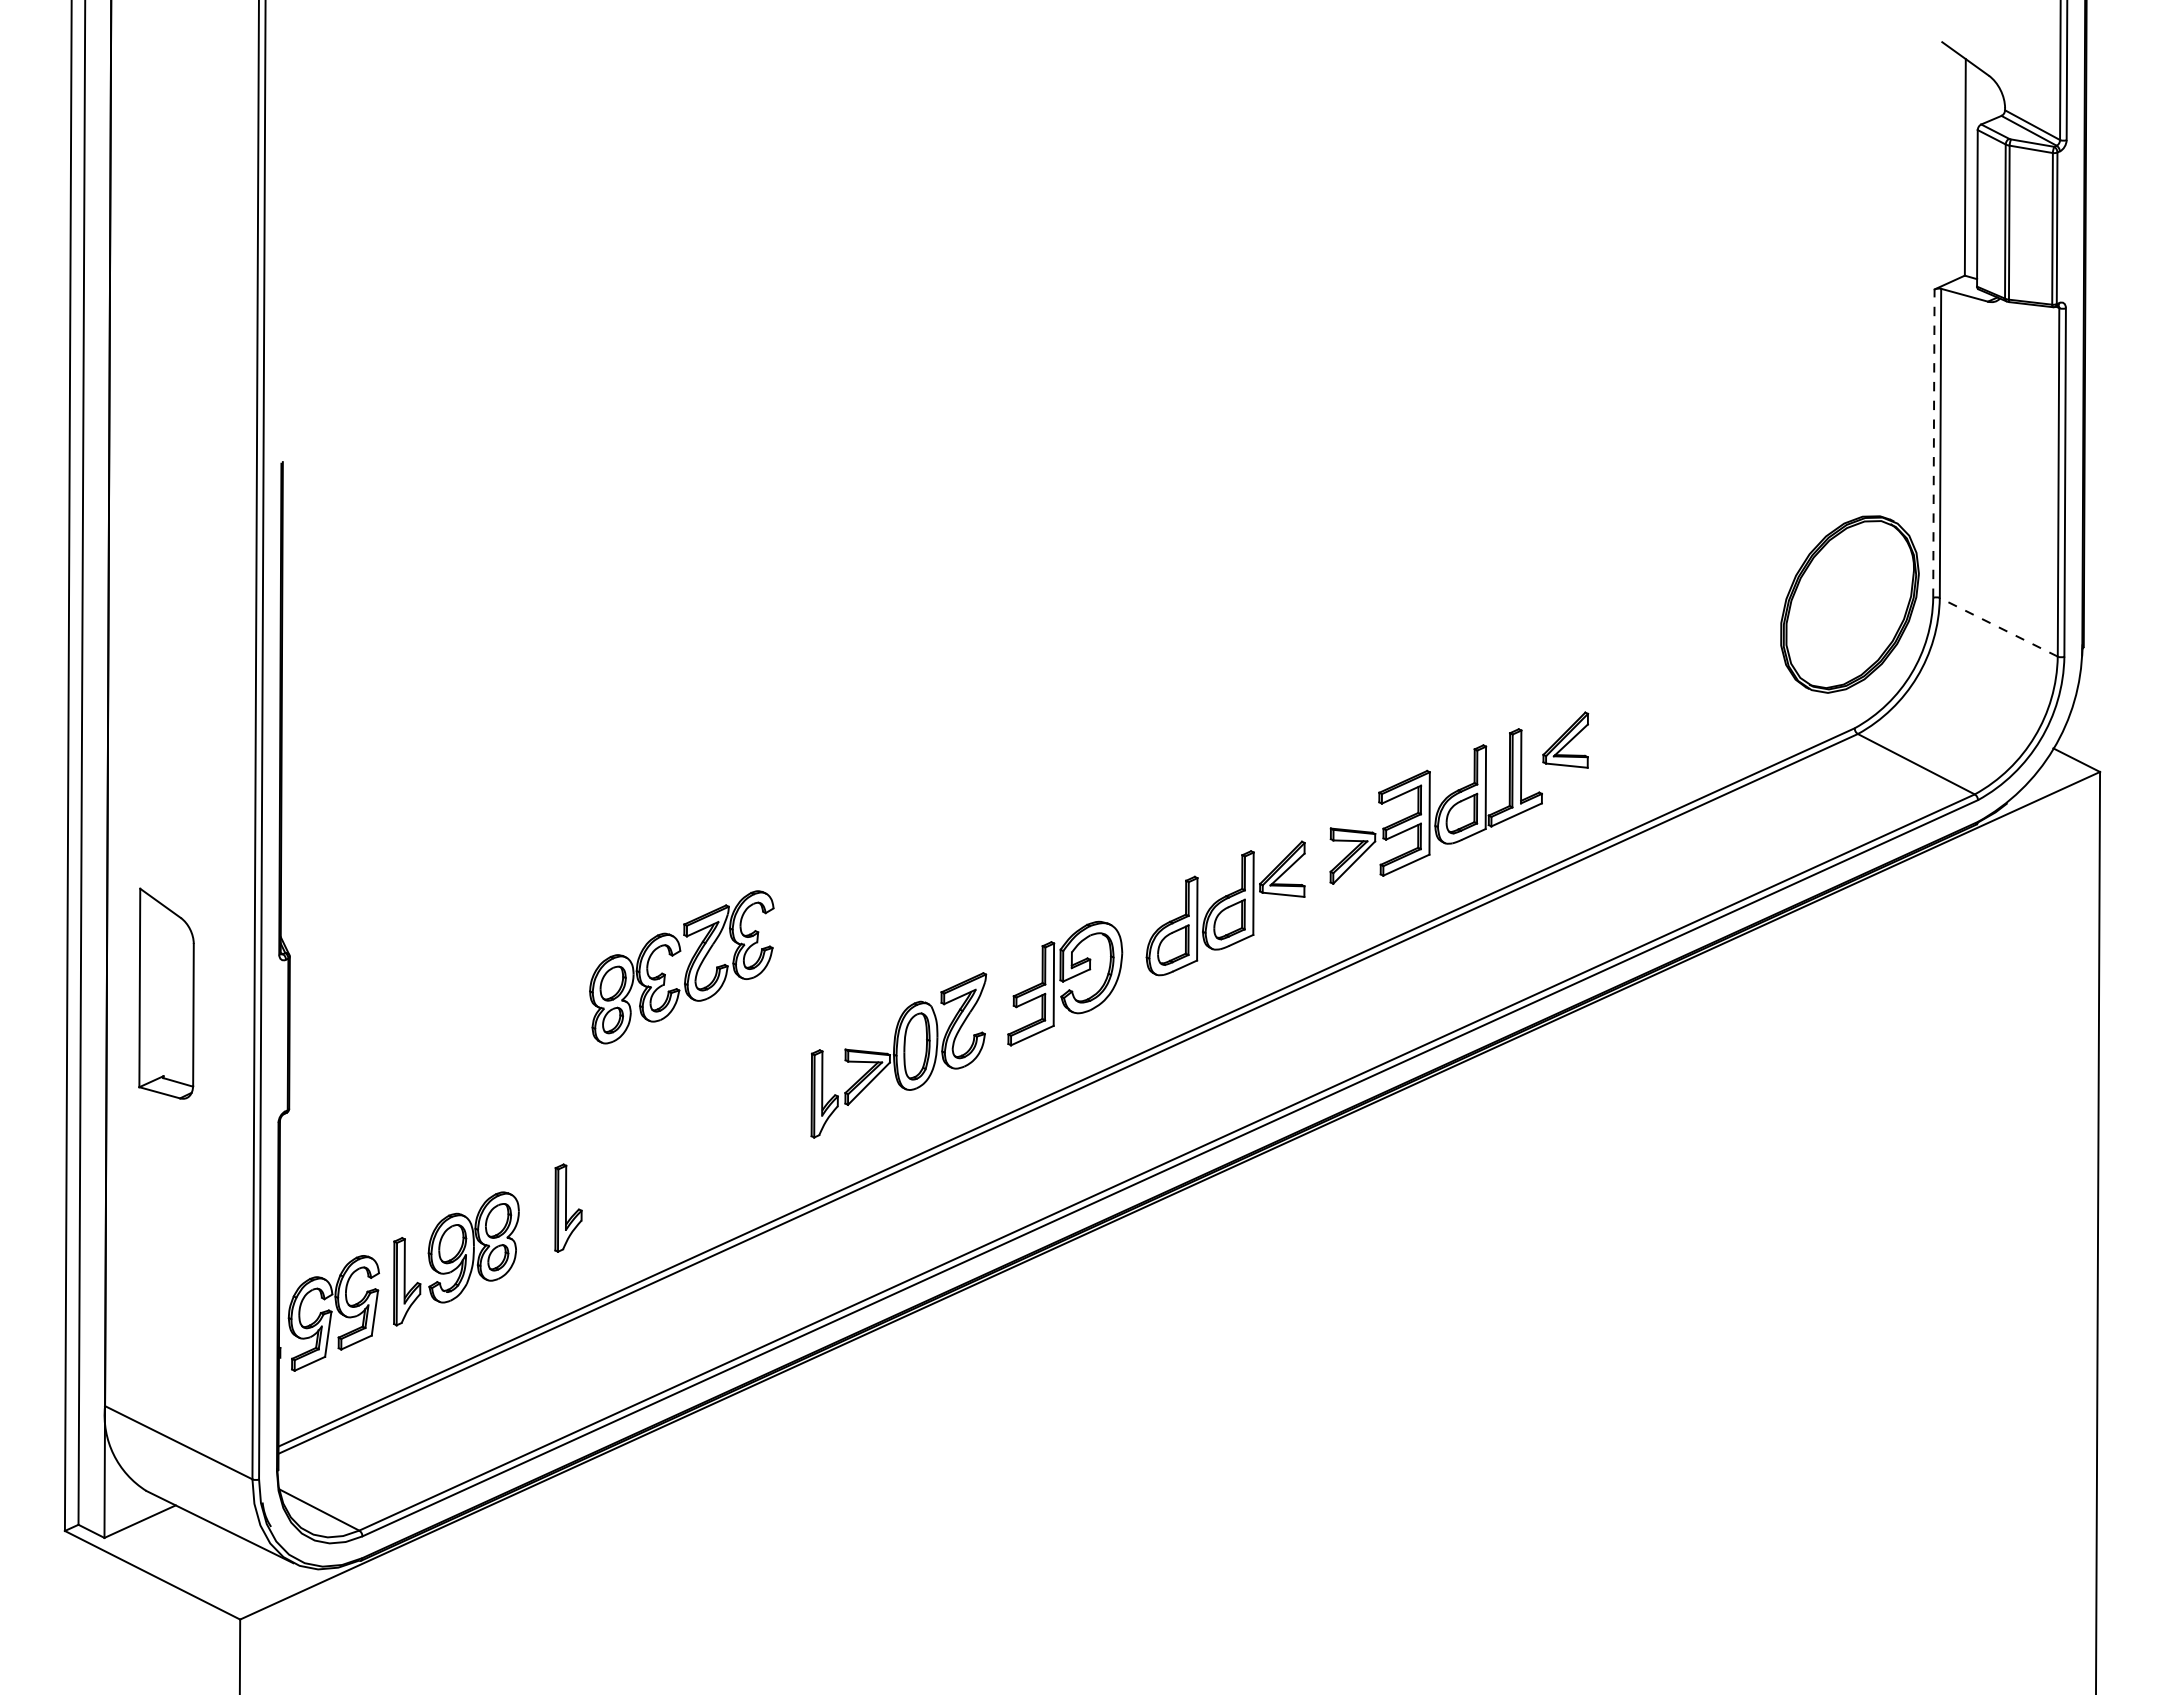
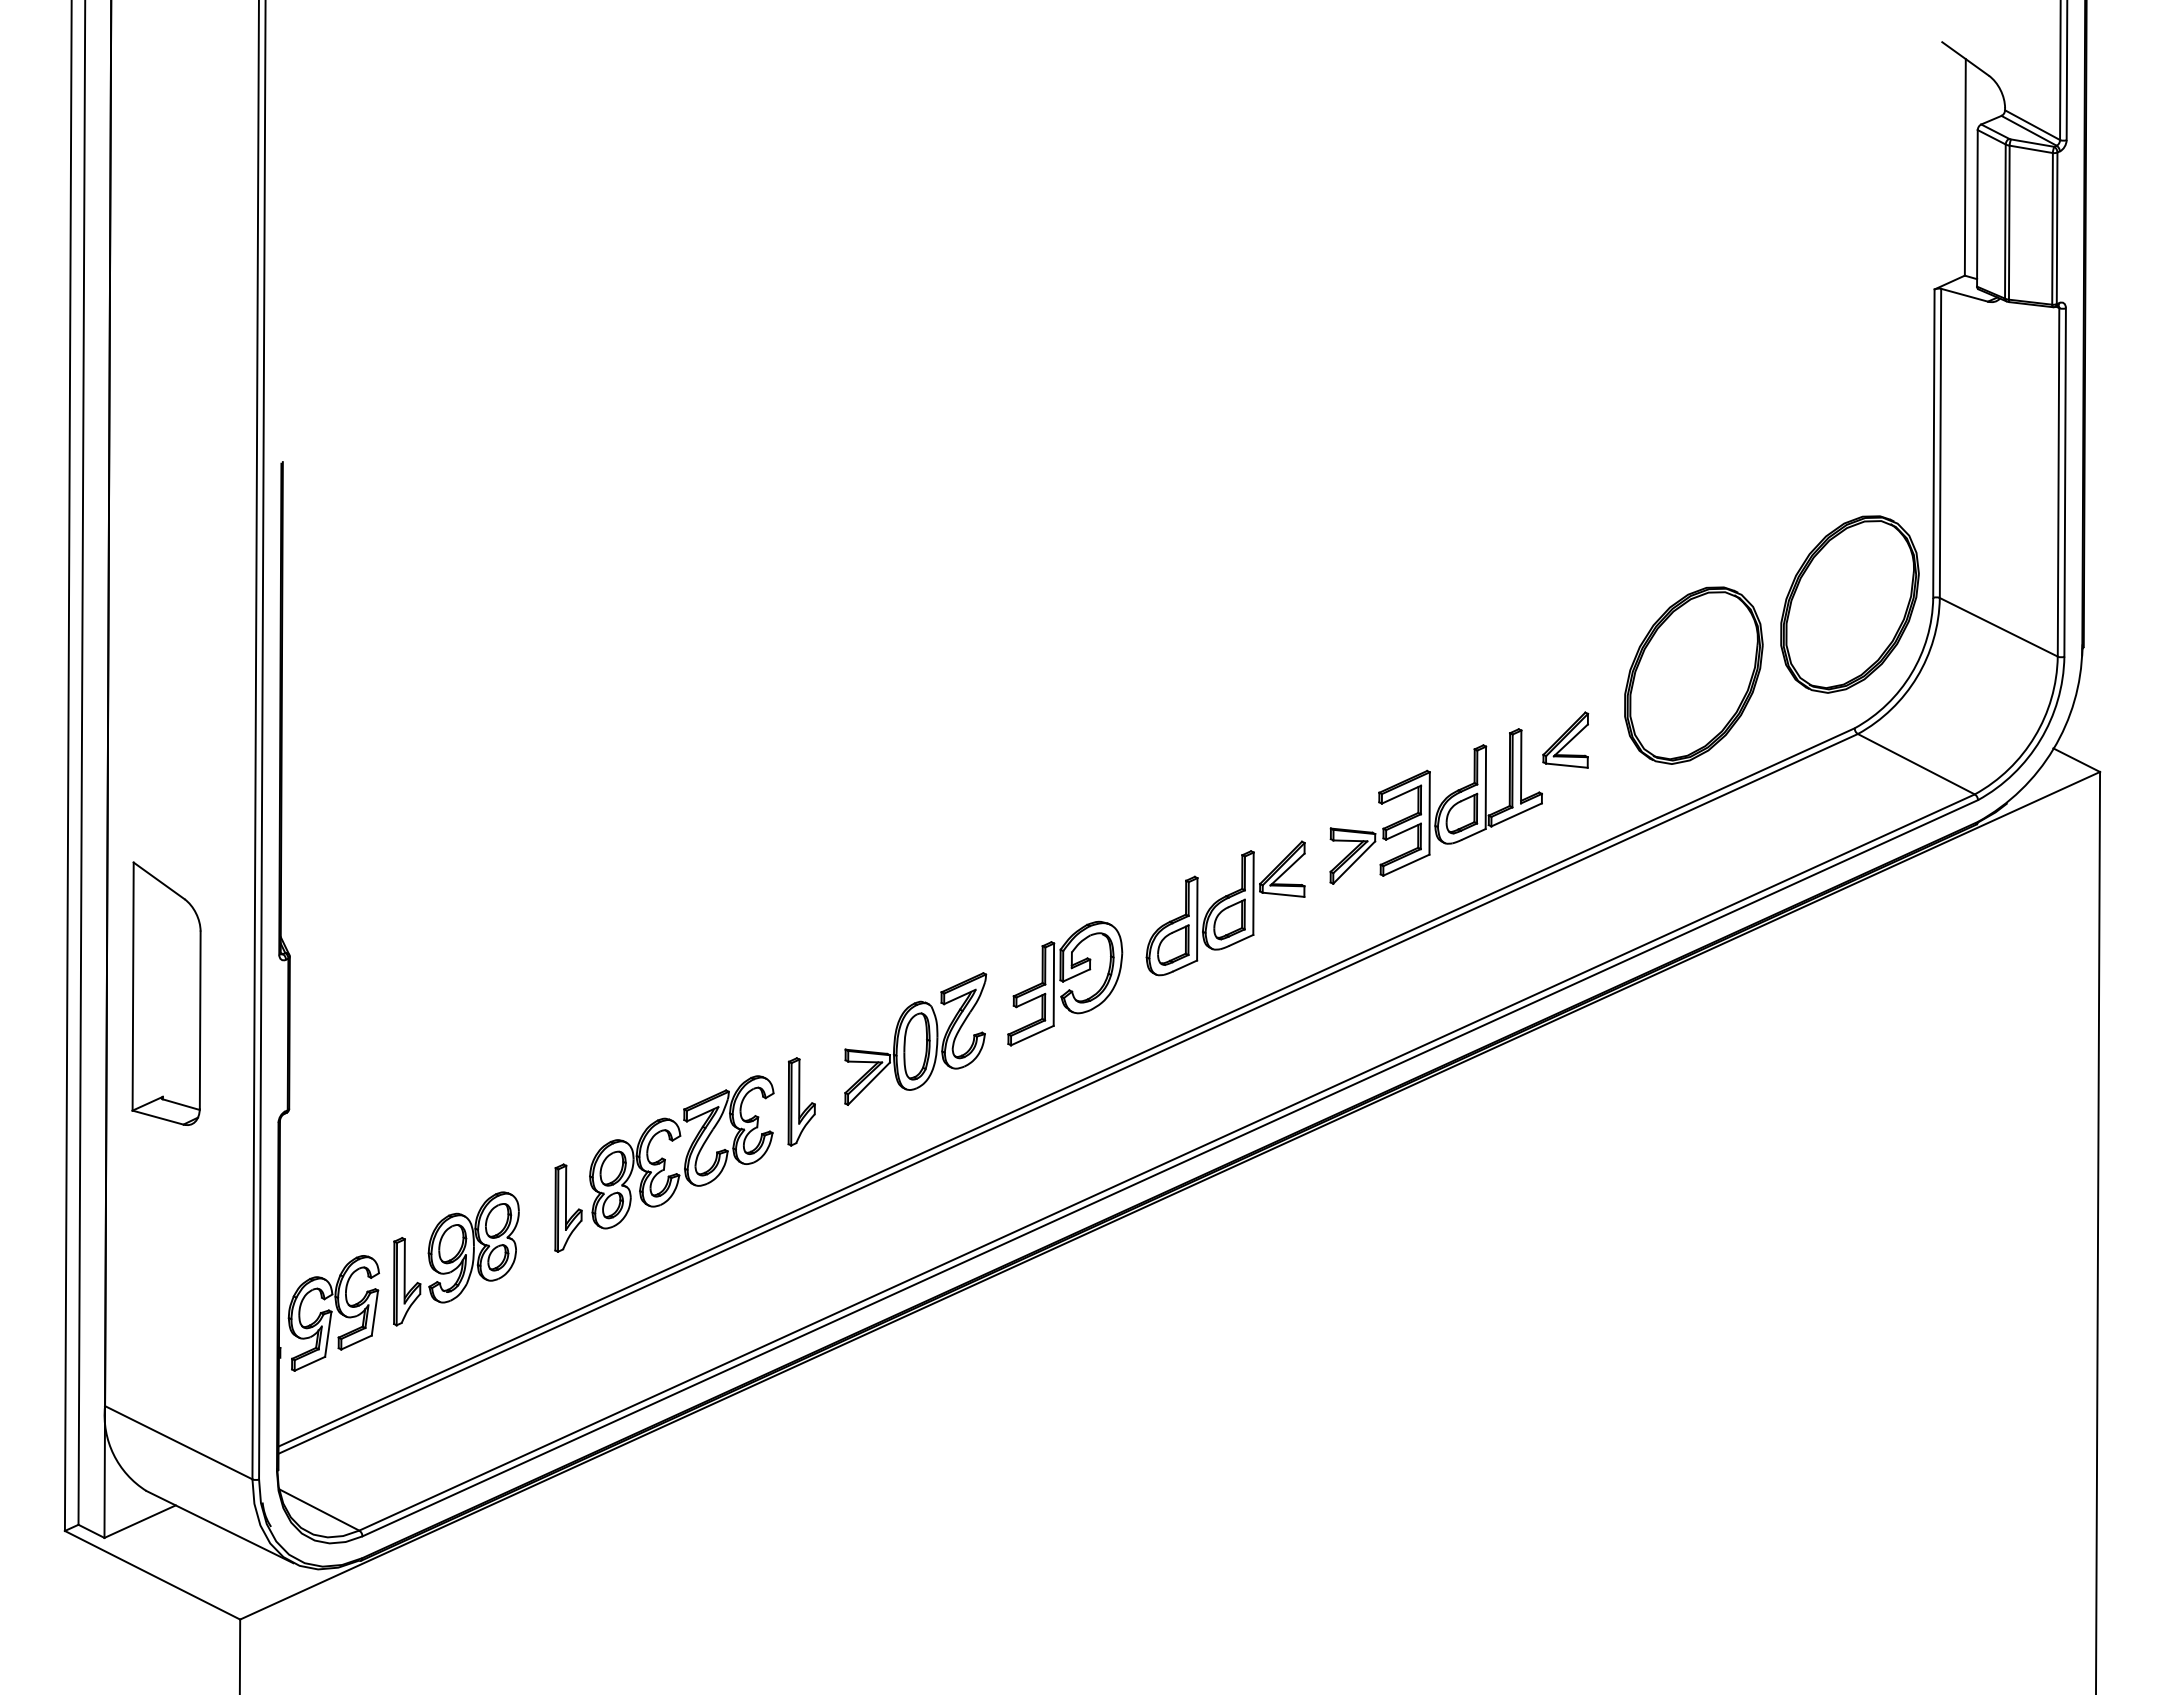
line at (1933, 443): dashed -> solid
line at (1998, 627): dashed -> solid
part at (1693, 675): none -> present
part at (681, 967) position: (681, 967) -> (681, 1152)
part at (166, 993) size: 57x213 px -> 71x265 px
part at (824, 1093) position: (824, 1093) -> (801, 1101)
